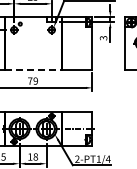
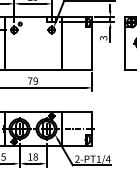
line at (33, 69): dashed -> solid
